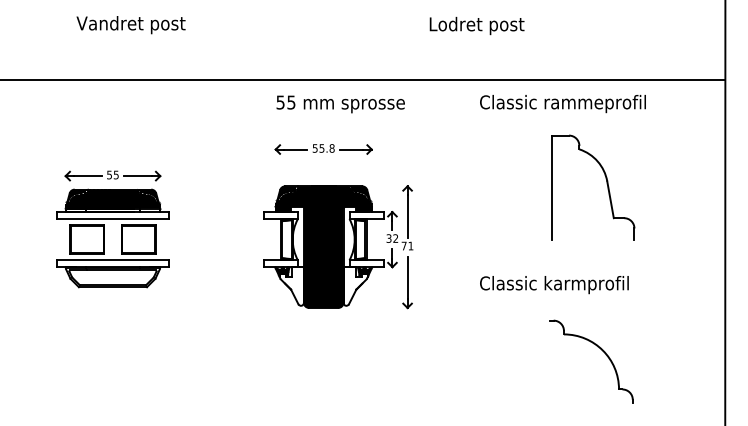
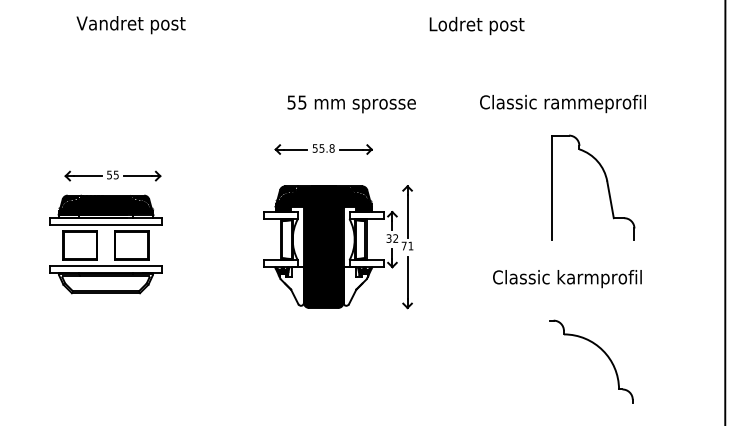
line at (363, 79): present -> none
text at (340, 104) position: (340, 104) -> (351, 104)
part at (104, 238) position: (104, 238) -> (97, 244)
text at (554, 285) position: (554, 285) -> (567, 279)
